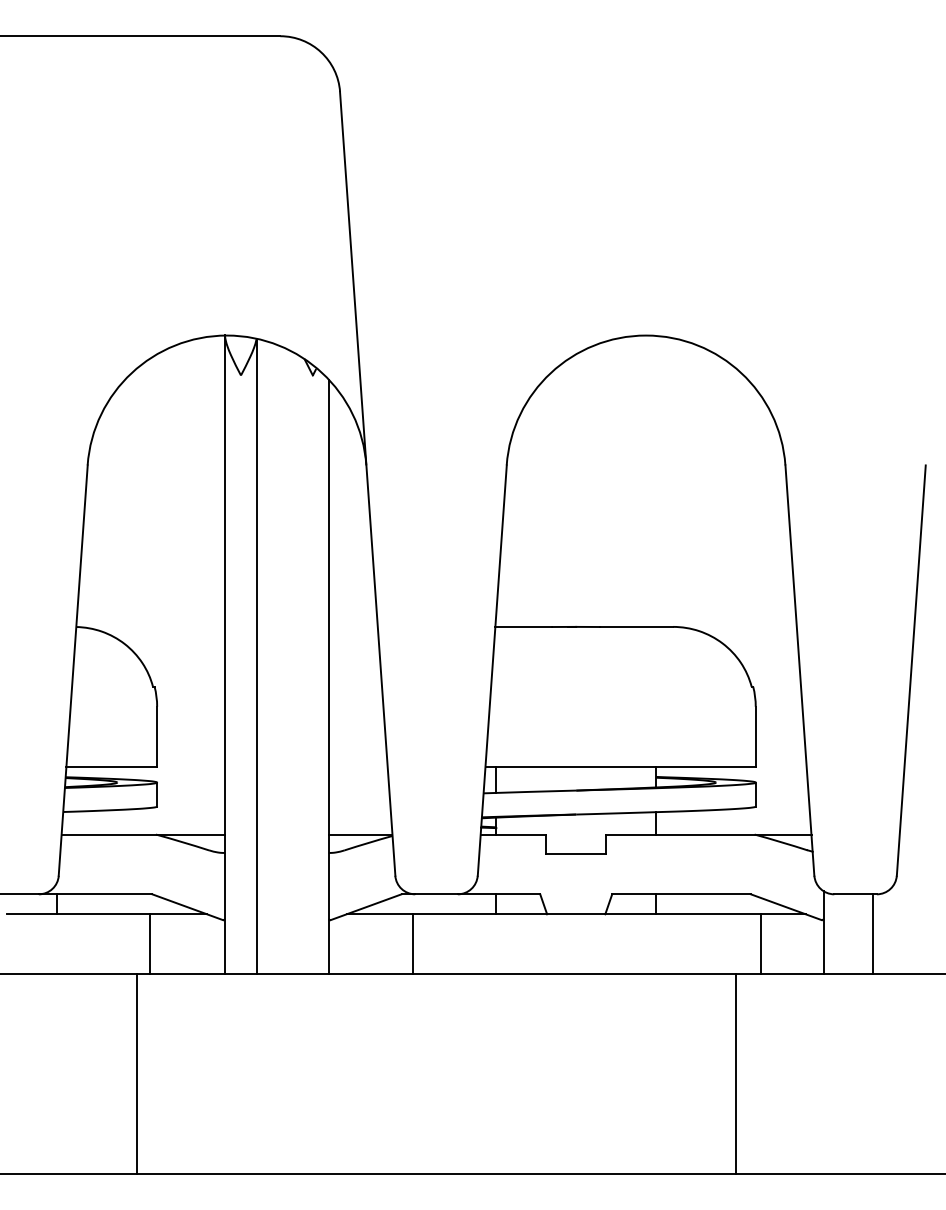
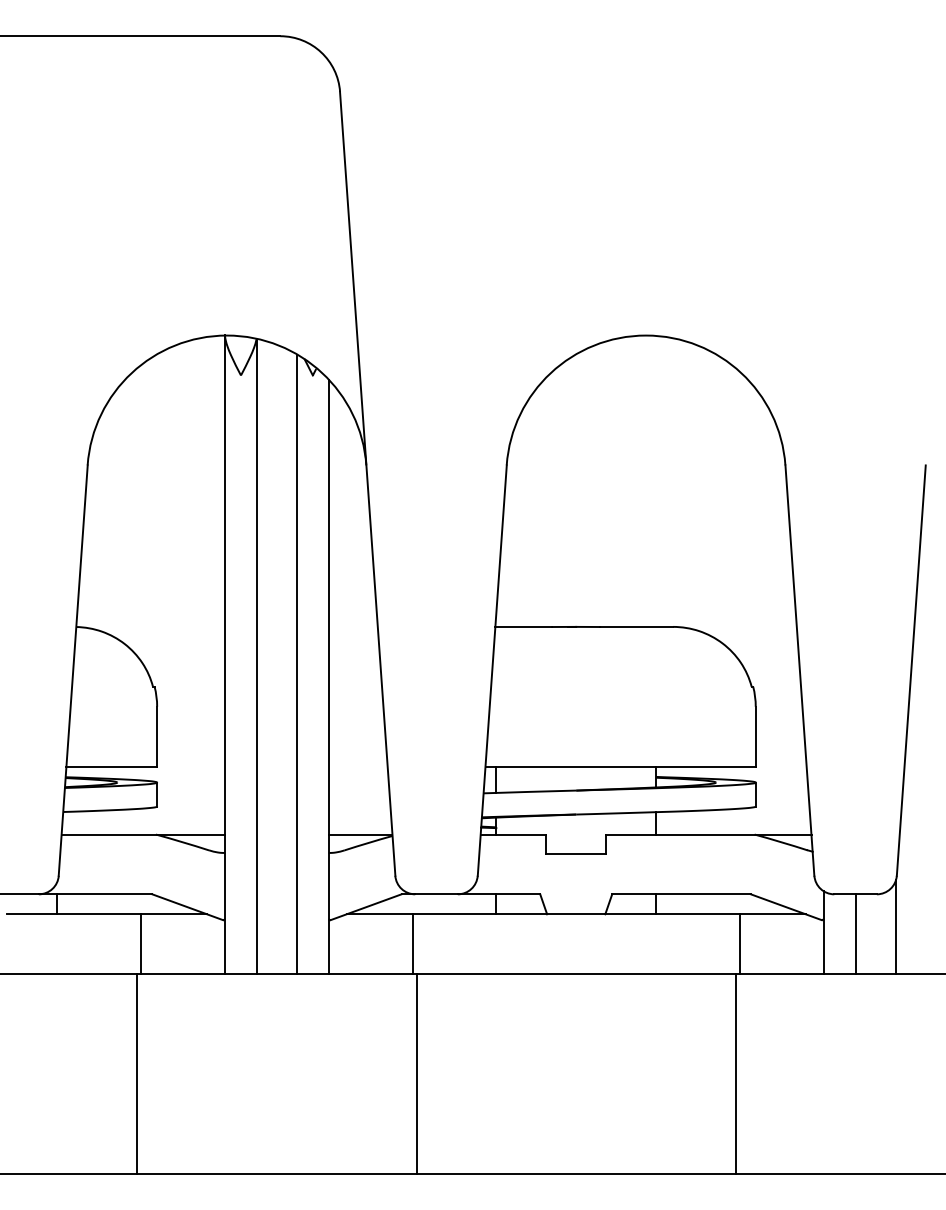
line at (296, 664): none -> present
line at (895, 926): none -> present
line at (872, 934) position: (872, 934) -> (855, 934)
line at (150, 944) position: (150, 944) -> (141, 944)
line at (760, 944) position: (760, 944) -> (739, 944)
line at (416, 1073): none -> present
